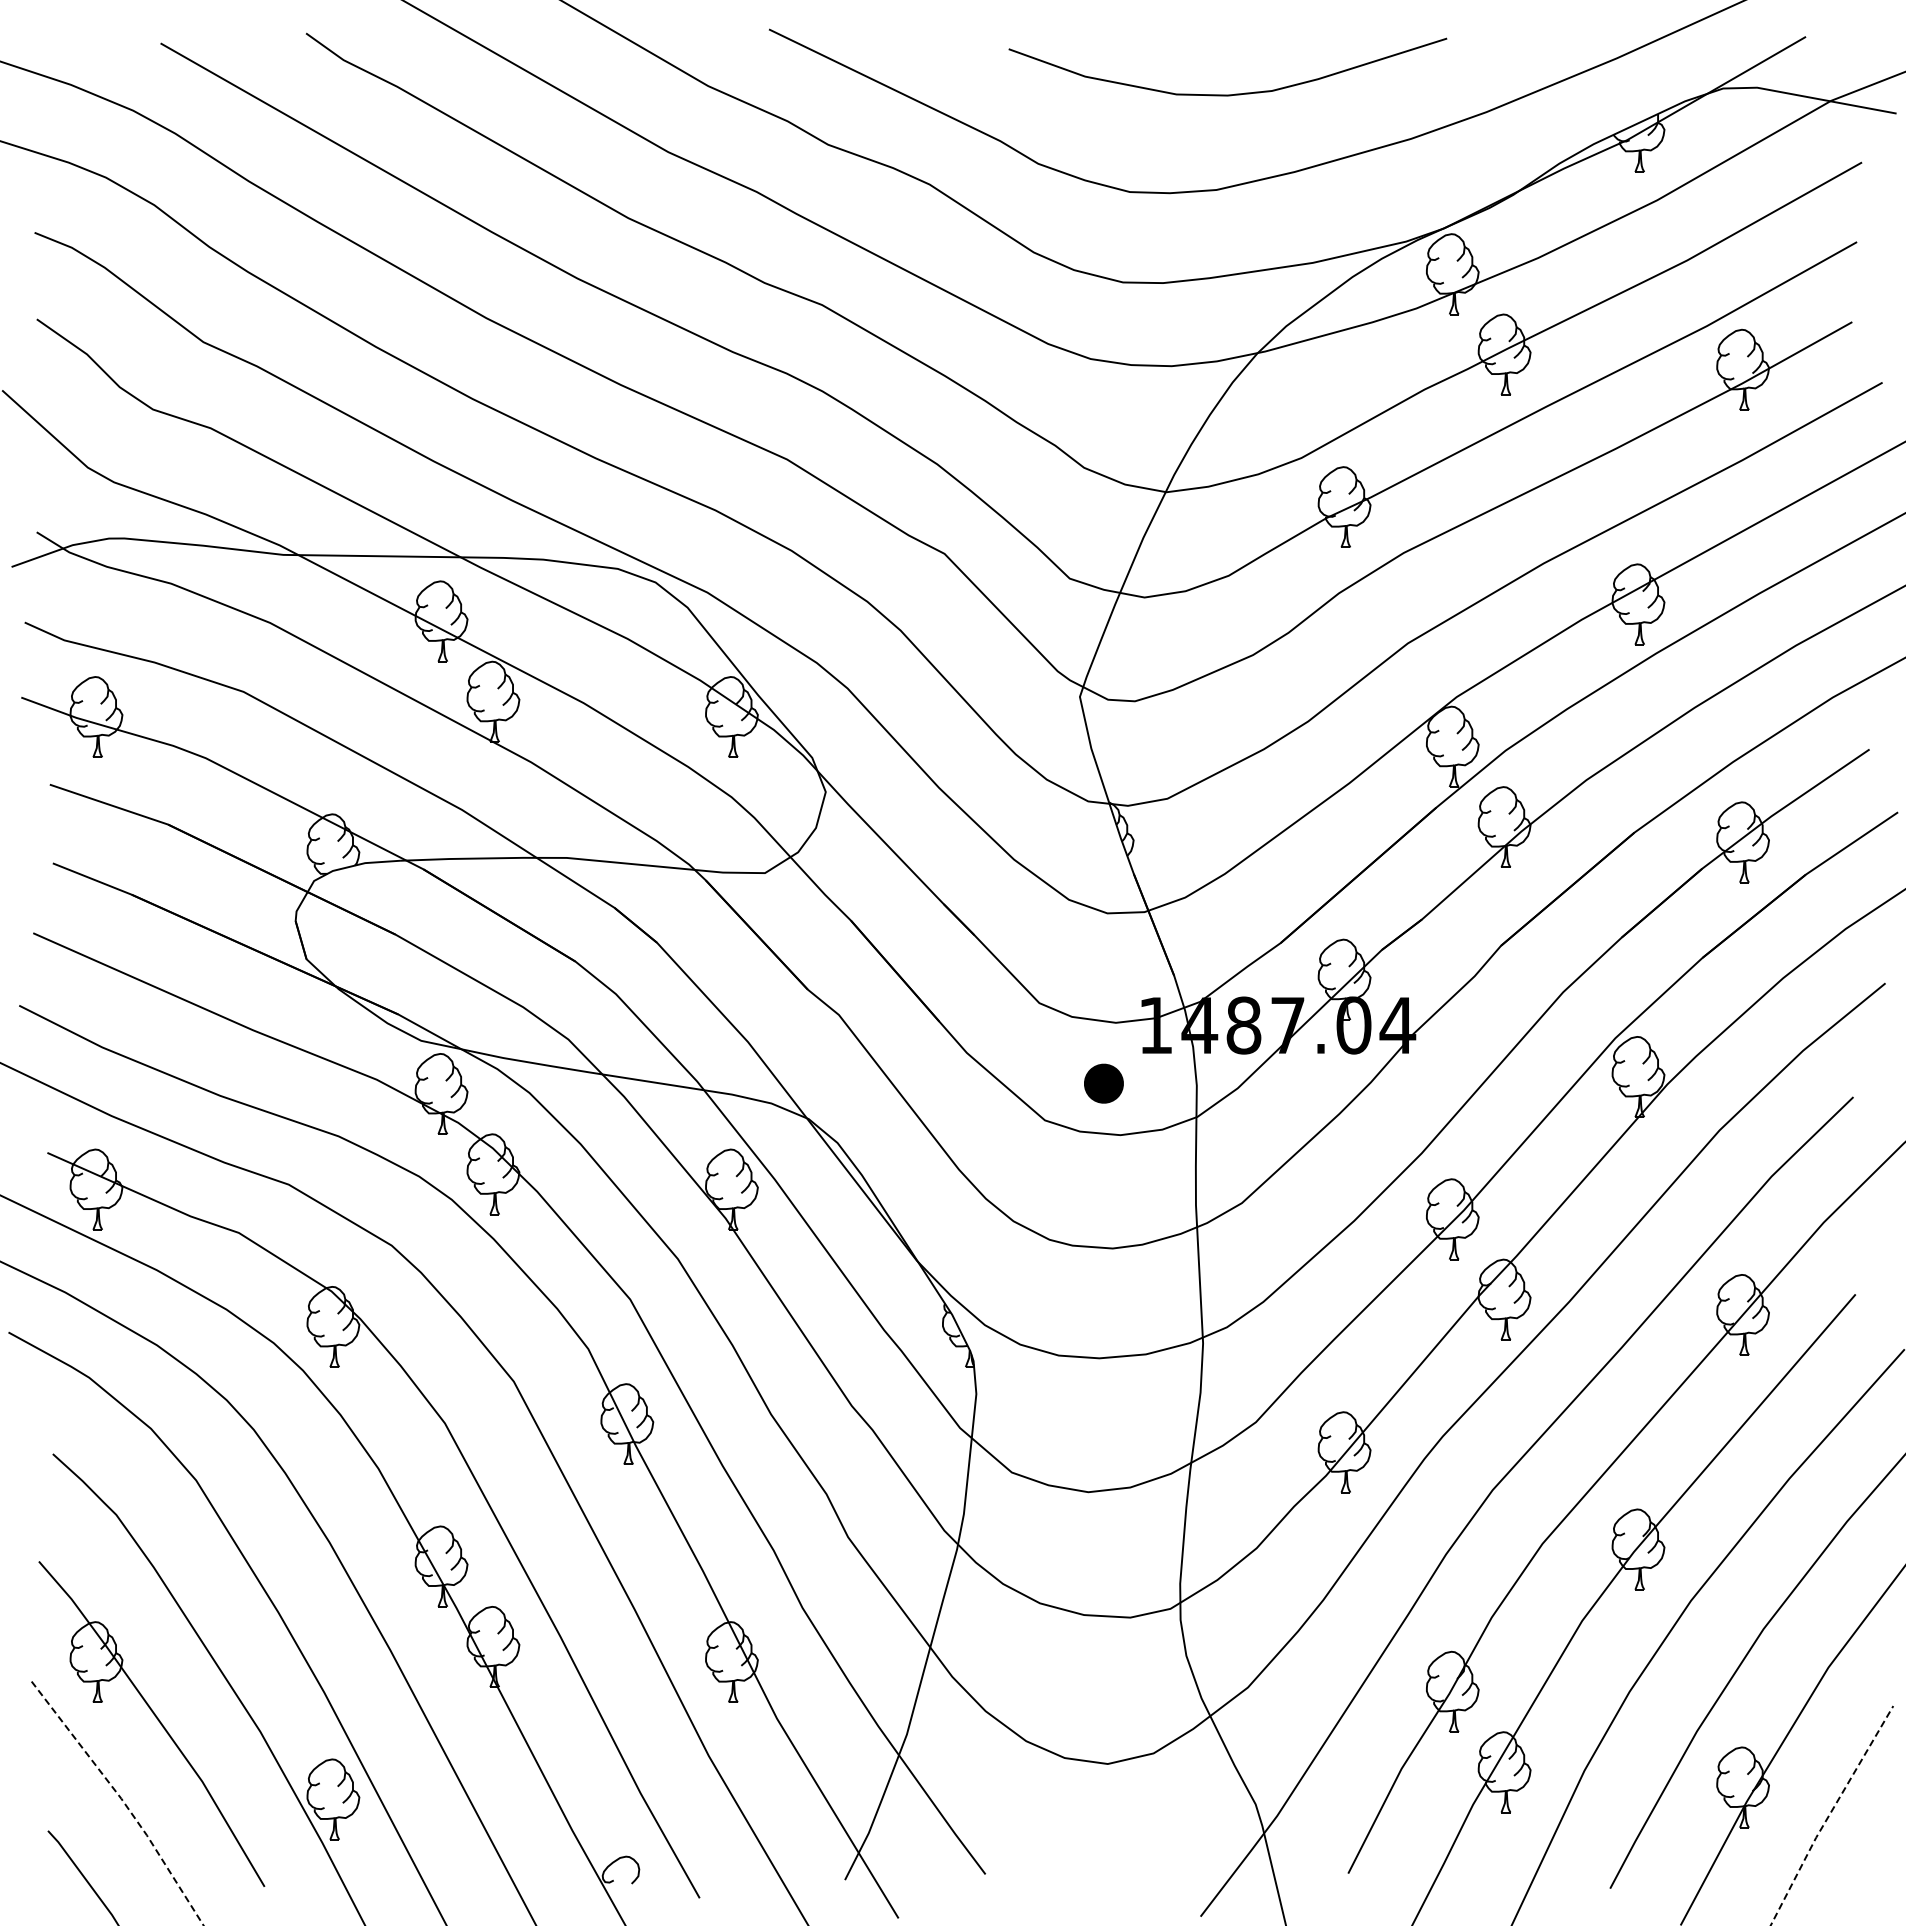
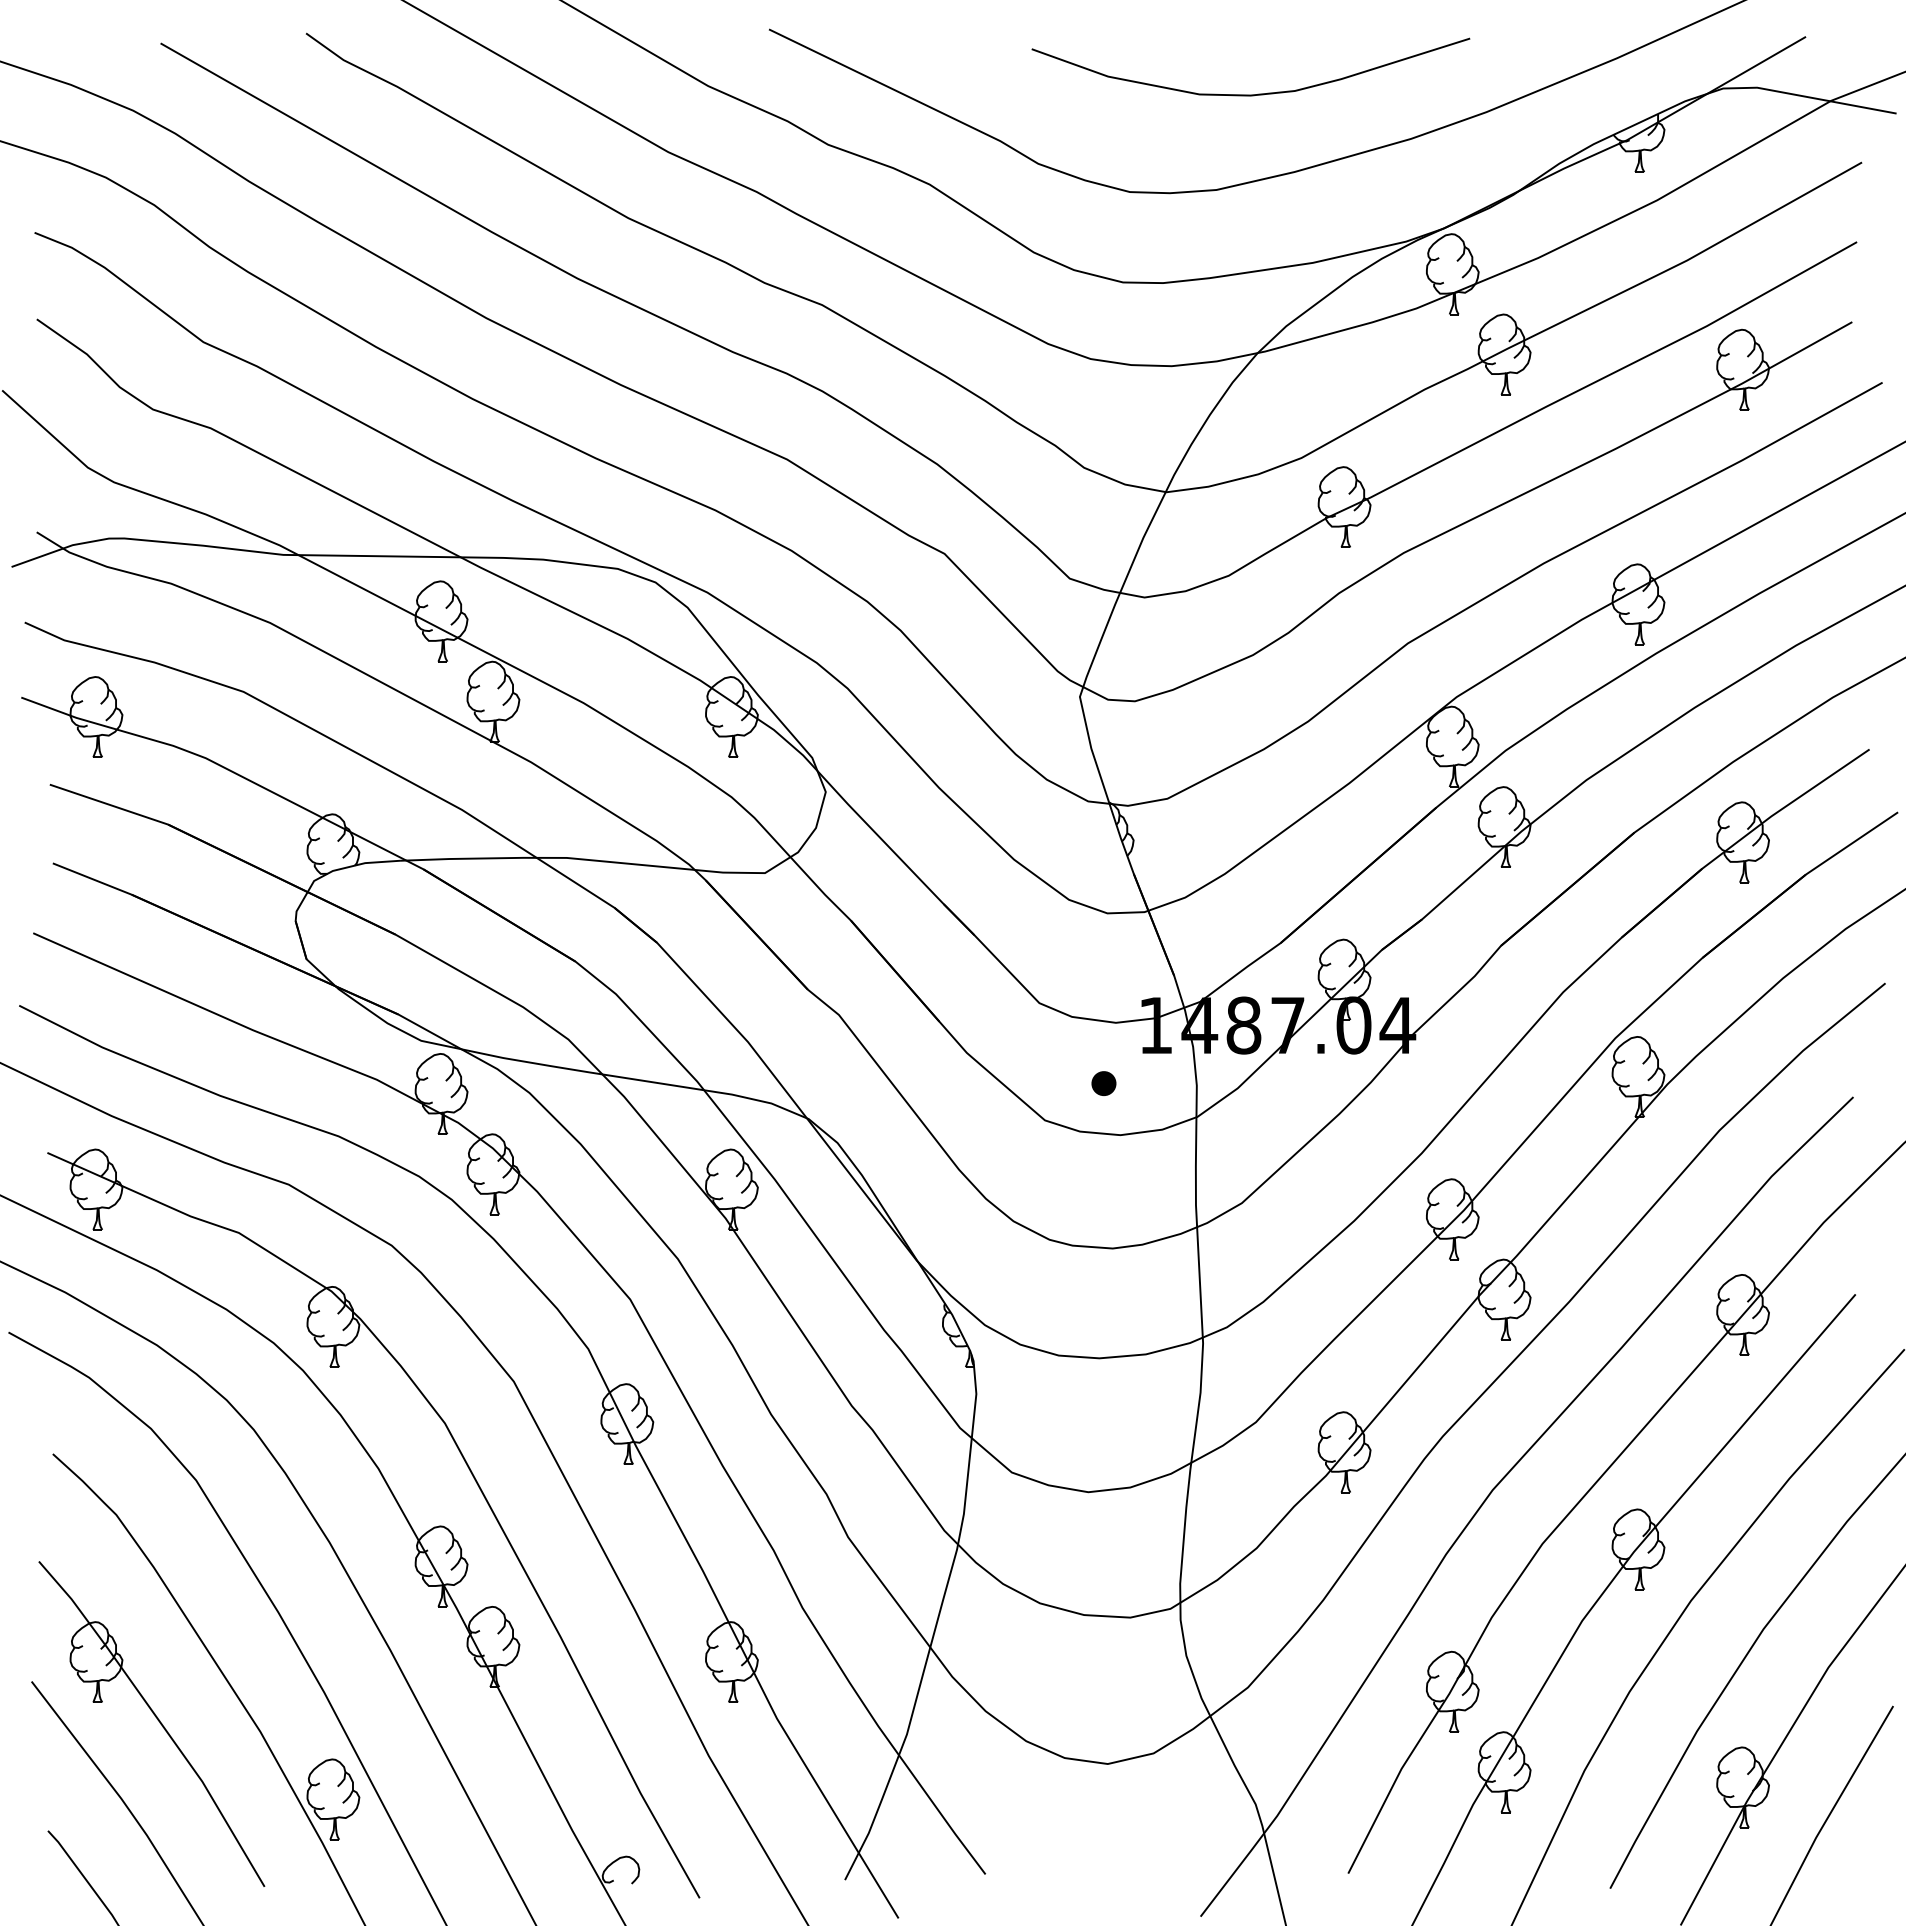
curve at (1227, 94) position: (1227, 94) -> (1250, 94)
part at (1103, 1083) size: 40x41 px -> 26x25 px
line at (122, 1800): dashed -> solid
line at (1829, 1814): dashed -> solid
